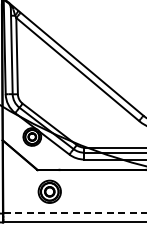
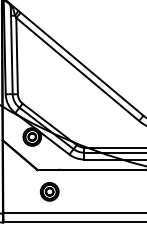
part at (49, 191) size: 25x25 px -> 21x20 px
line at (74, 213): dashed -> solid
